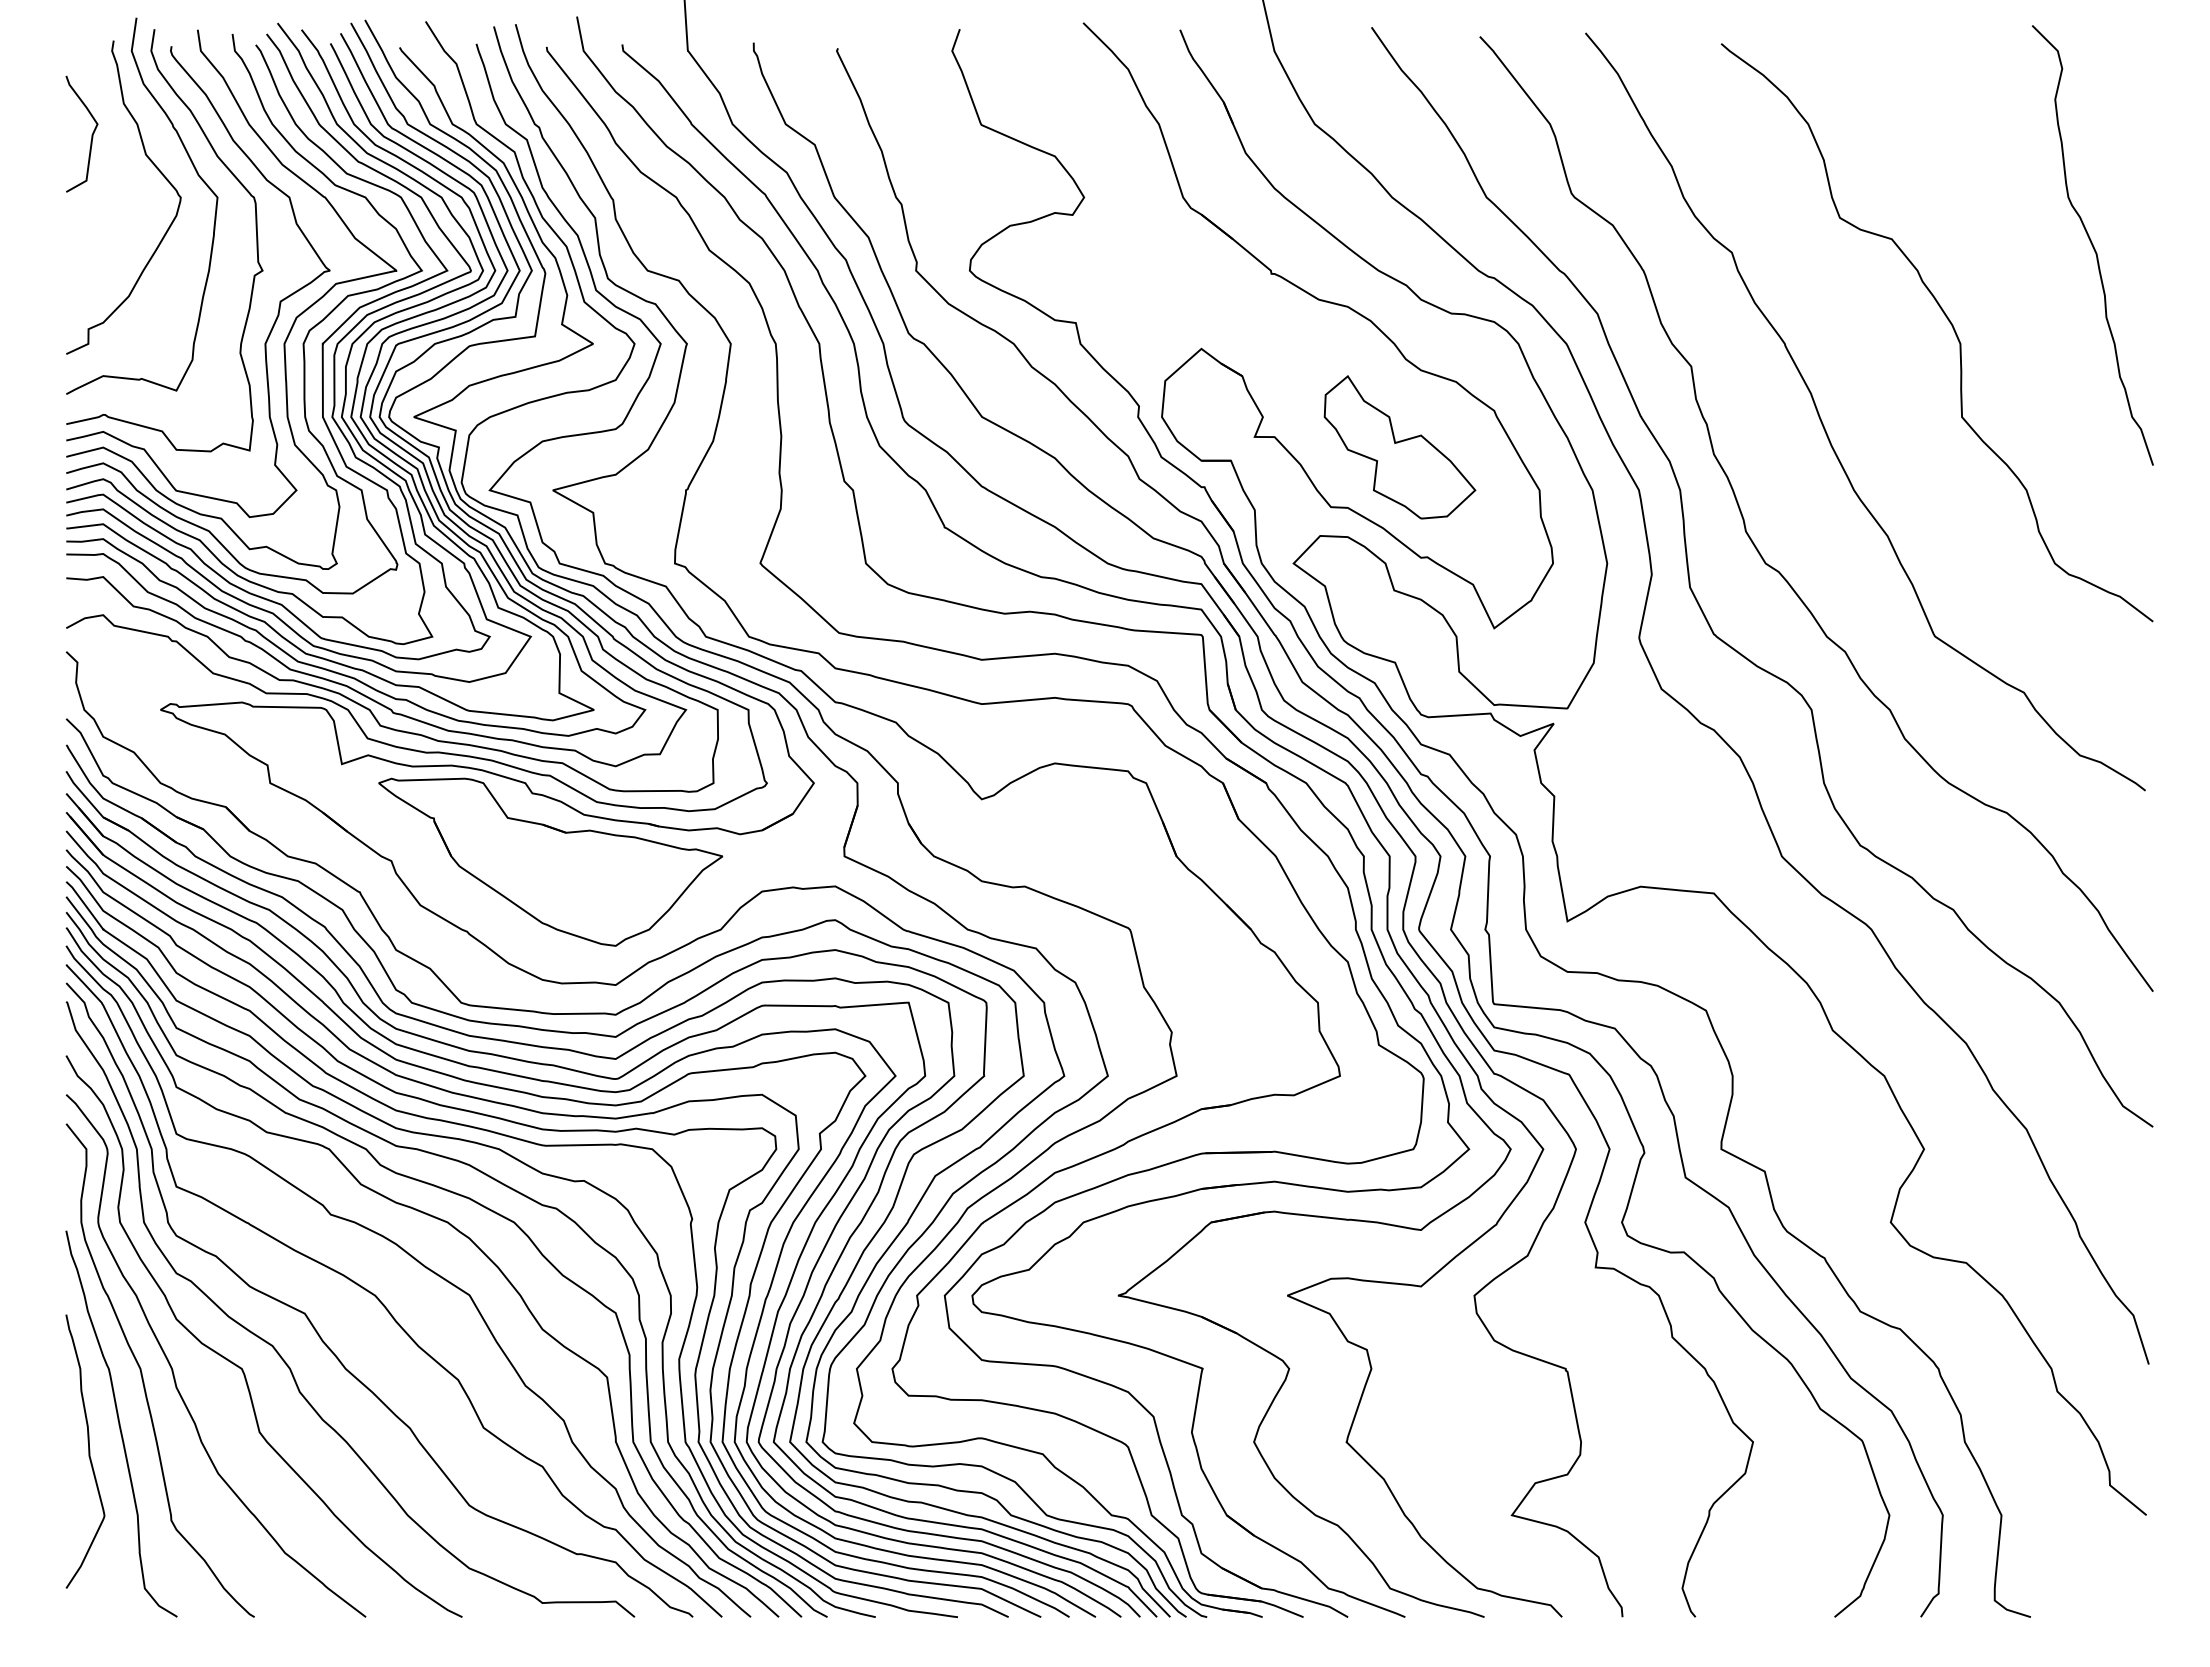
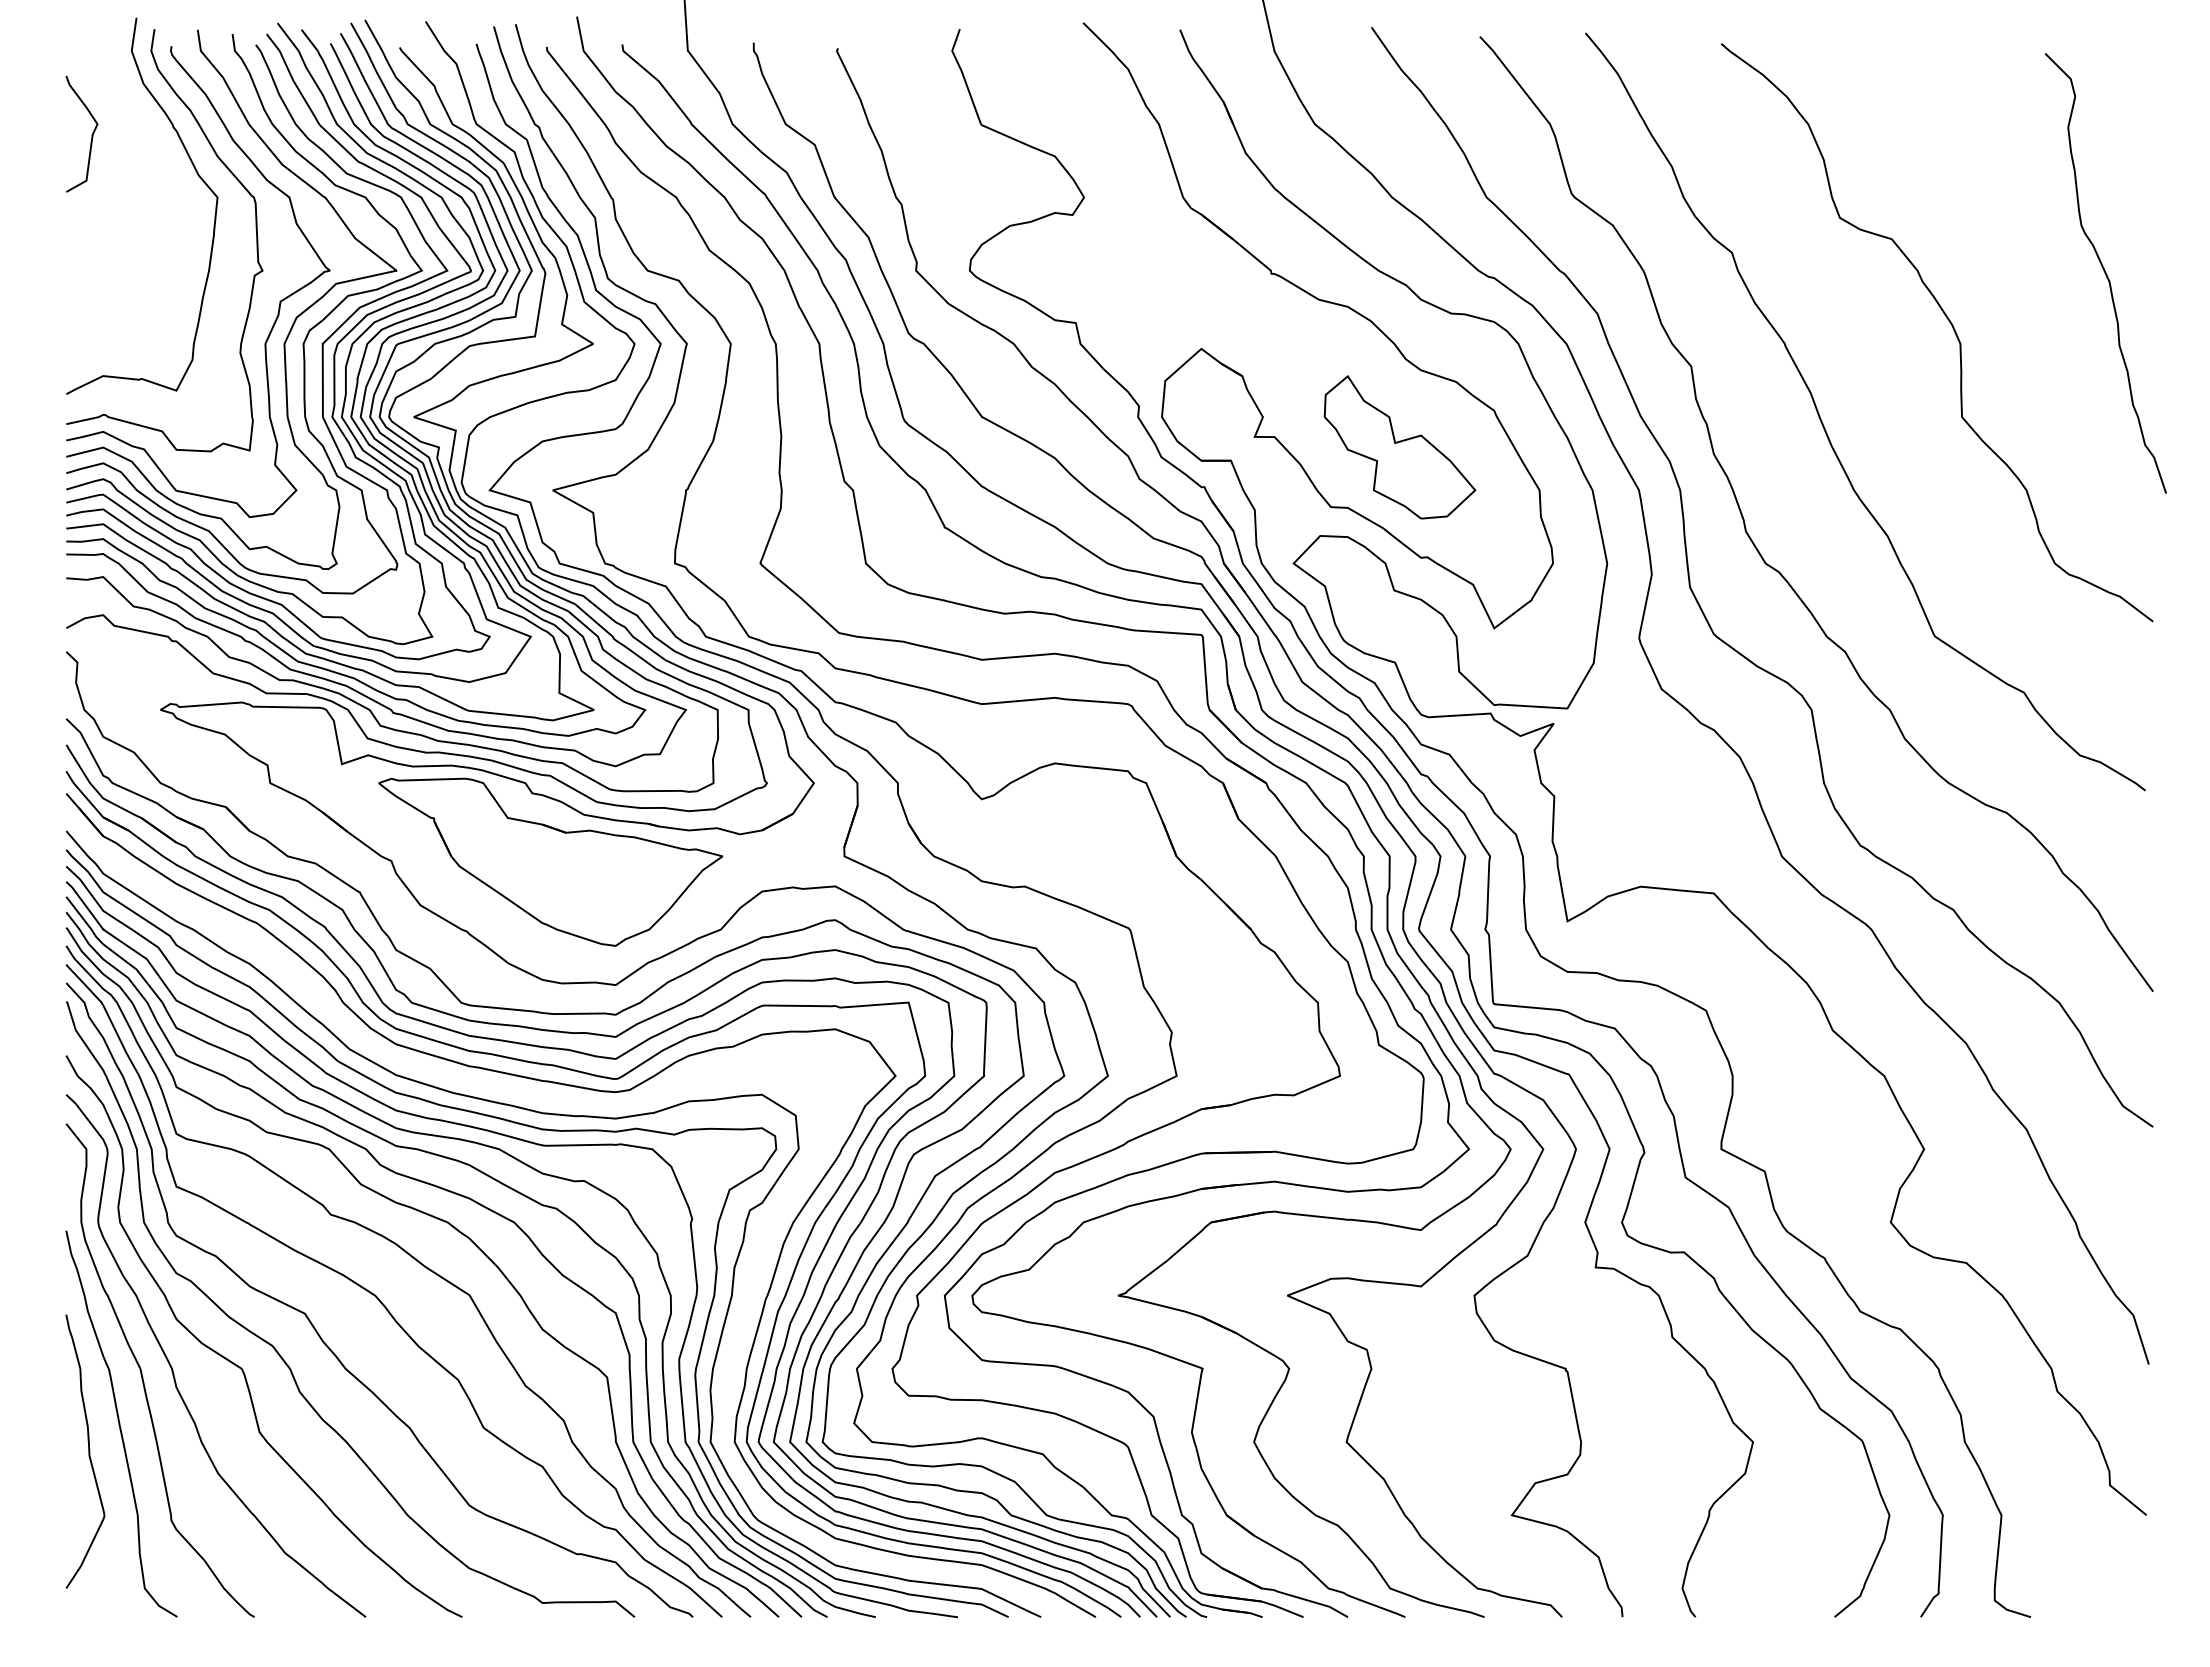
curve at (159, 172): present -> none
curve at (2092, 245) position: (2092, 245) -> (2105, 273)
part at (587, 1104): present -> none
